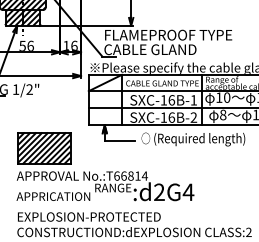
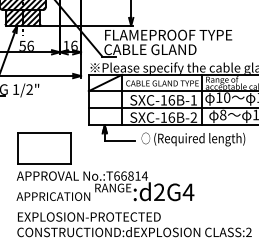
hatch at (43, 148): present -> none
